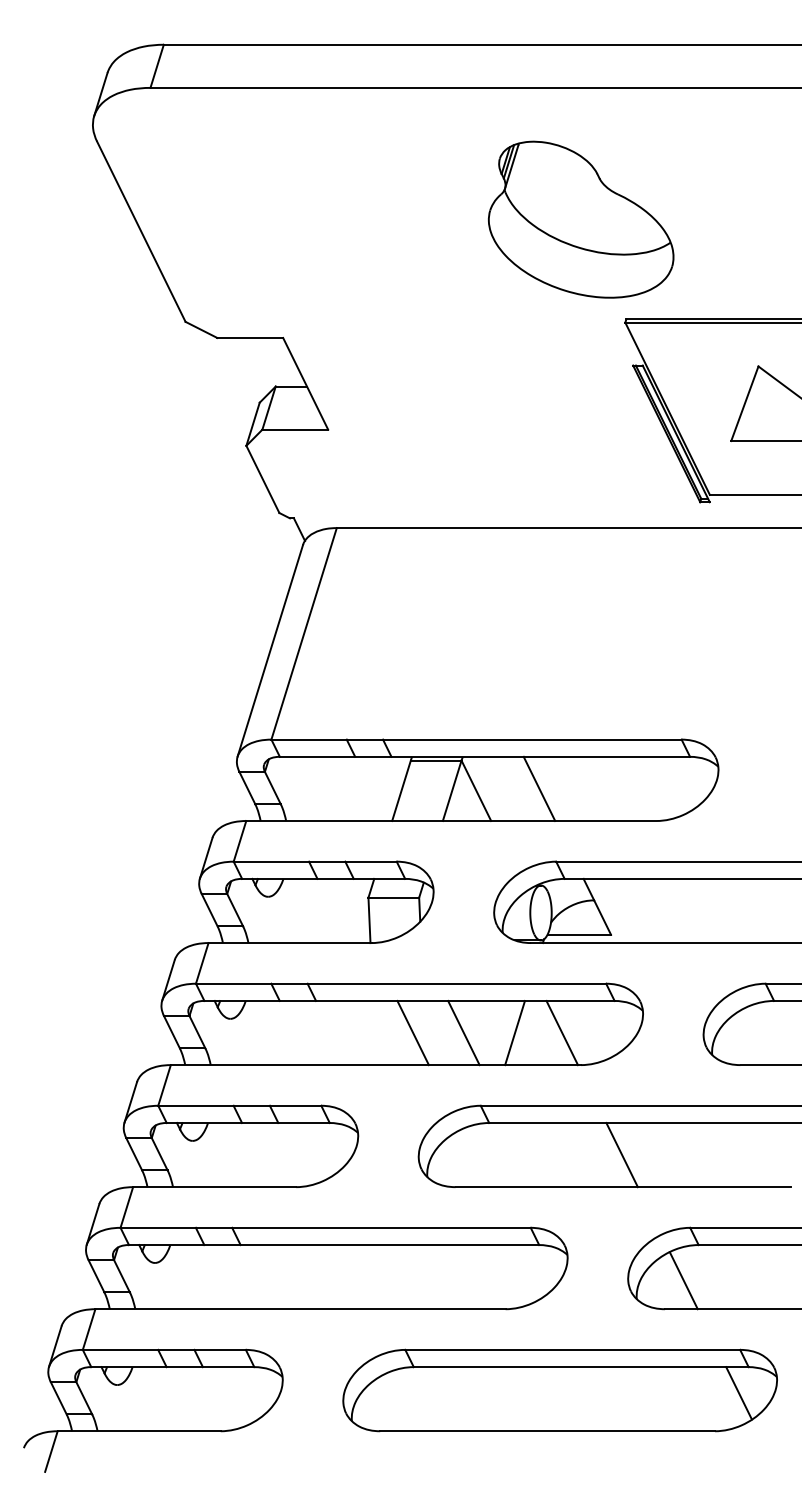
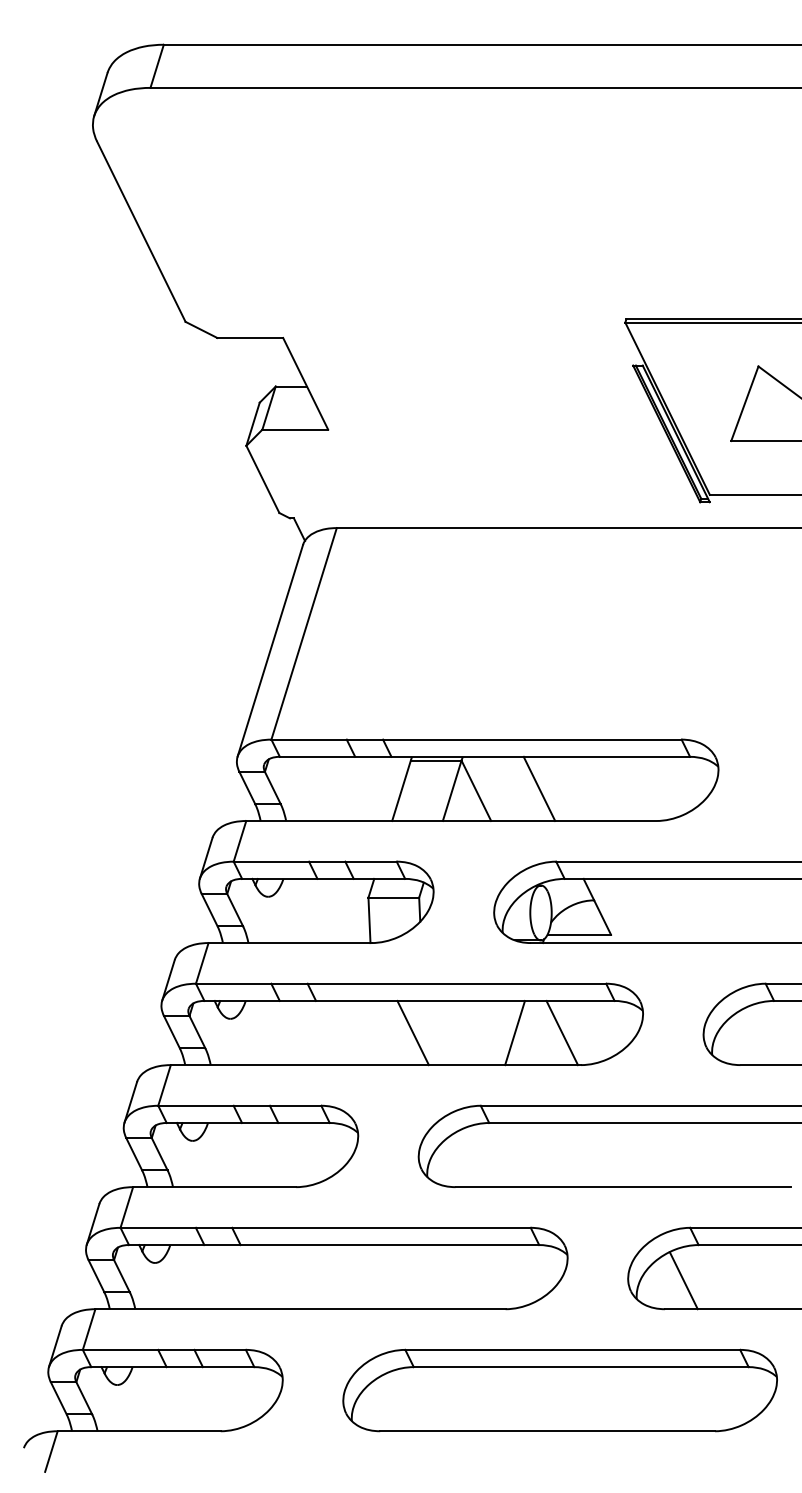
part at (581, 219): present -> none
line at (463, 1032): present -> none
line at (621, 1155): present -> none
line at (738, 1393): present -> none
